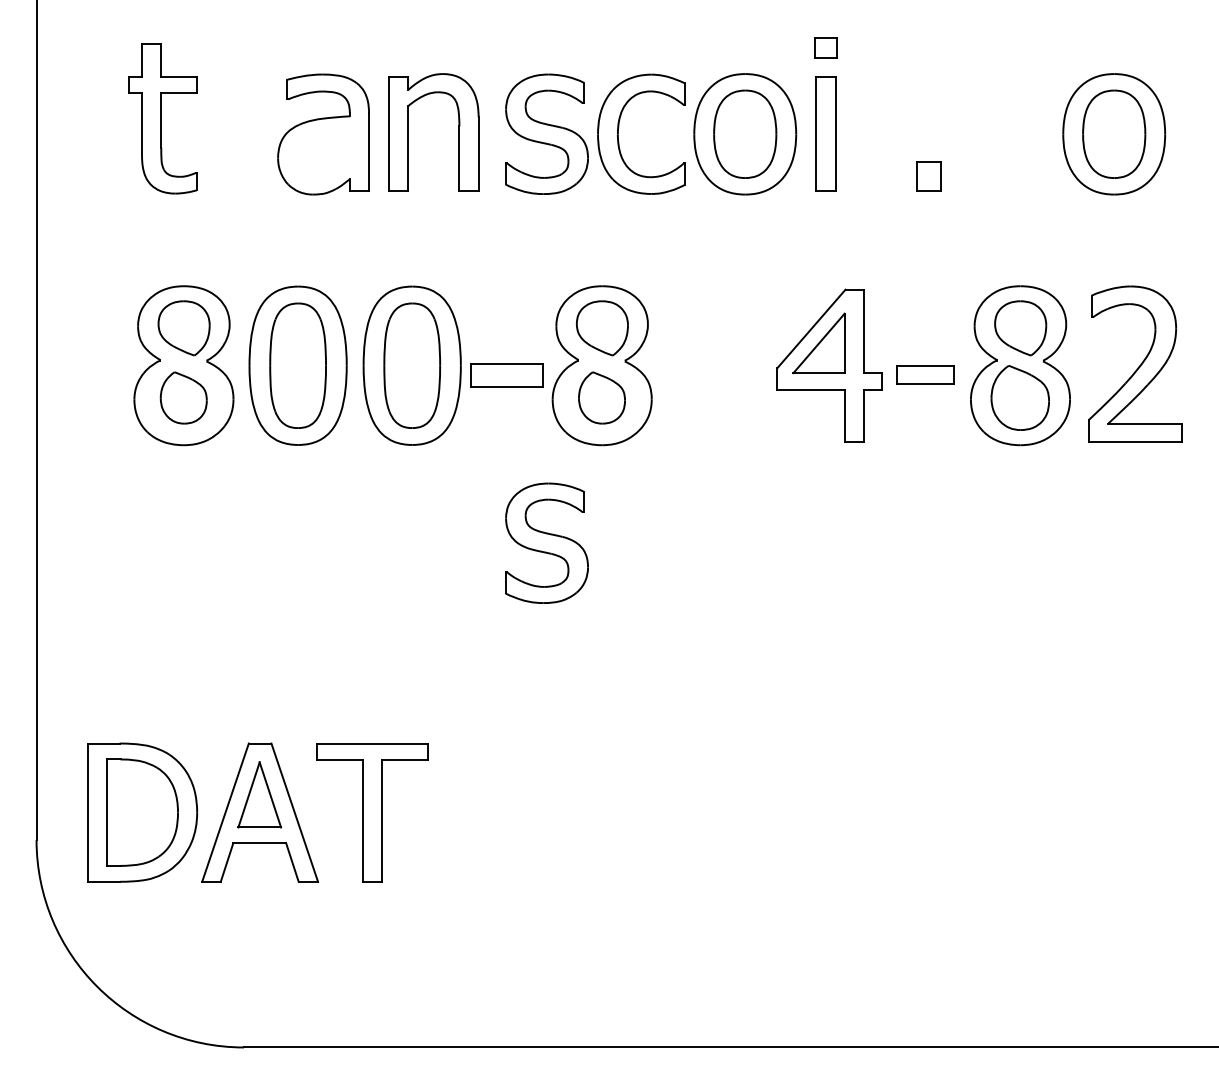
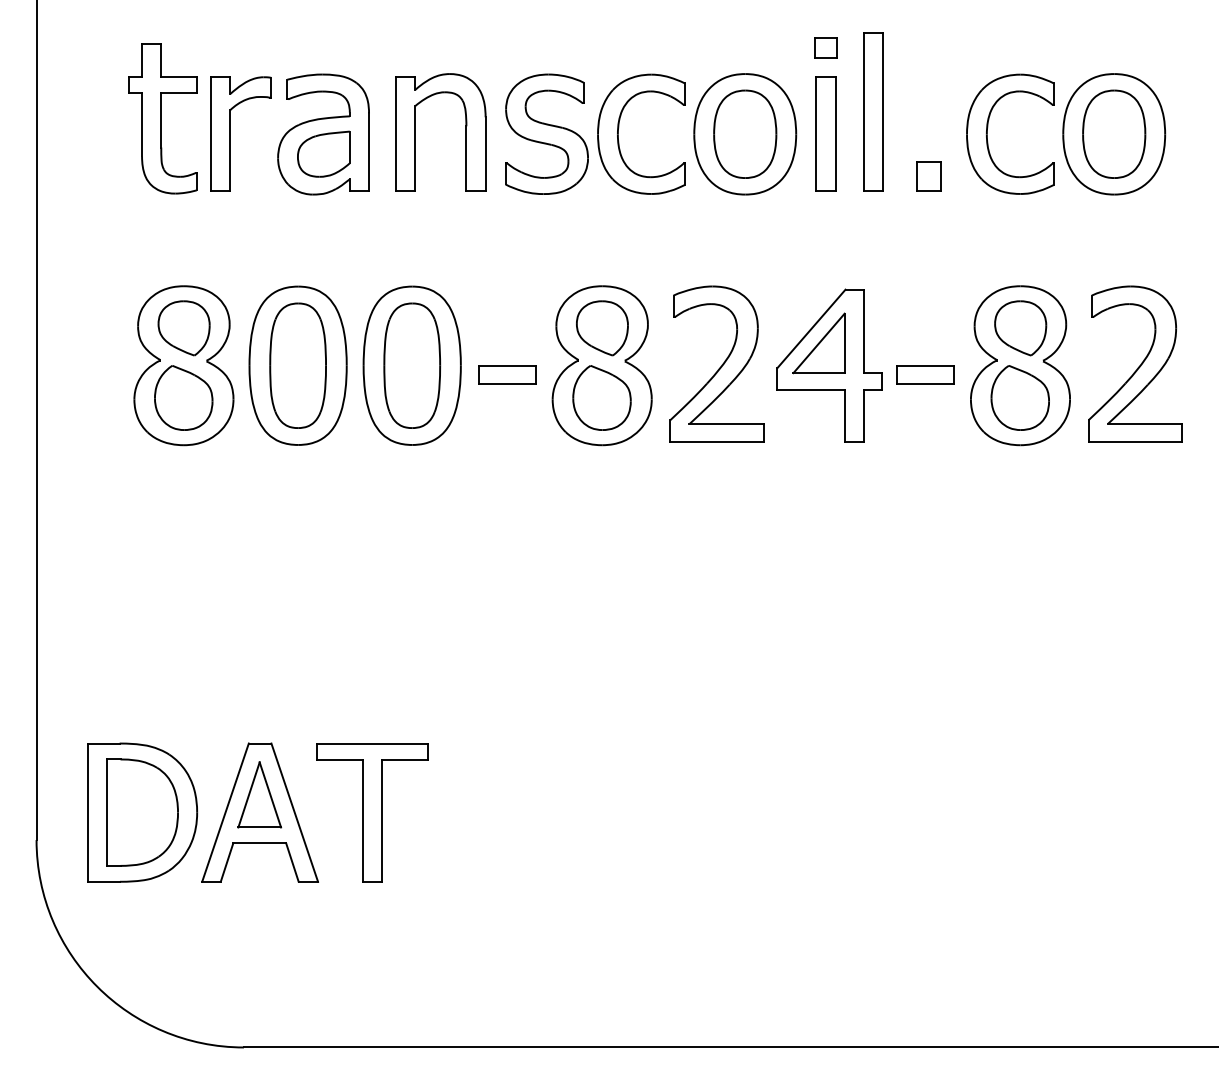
part at (873, 111): none -> present
part at (988, 127): none -> present
part at (408, 132) position: (408, 132) -> (415, 132)
part at (230, 133): none -> present
part at (323, 153): none -> present
part at (716, 363): none -> present
part at (506, 375) size: 74x25 px -> 59x20 px
part at (183, 397) size: 49x54 px -> 60x66 px
part at (601, 397) size: 48x54 px -> 60x66 px
part at (546, 542): present -> none
